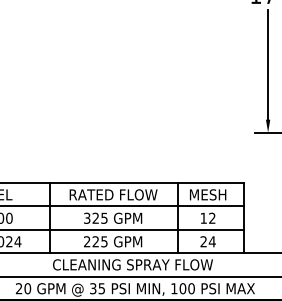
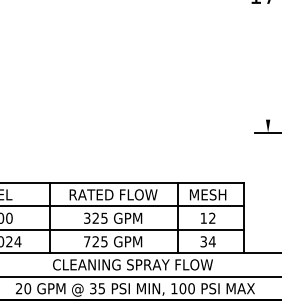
line at (268, 64): present -> none
text at (87, 241): 225 -> 725
text at (203, 241): 24 -> 34
